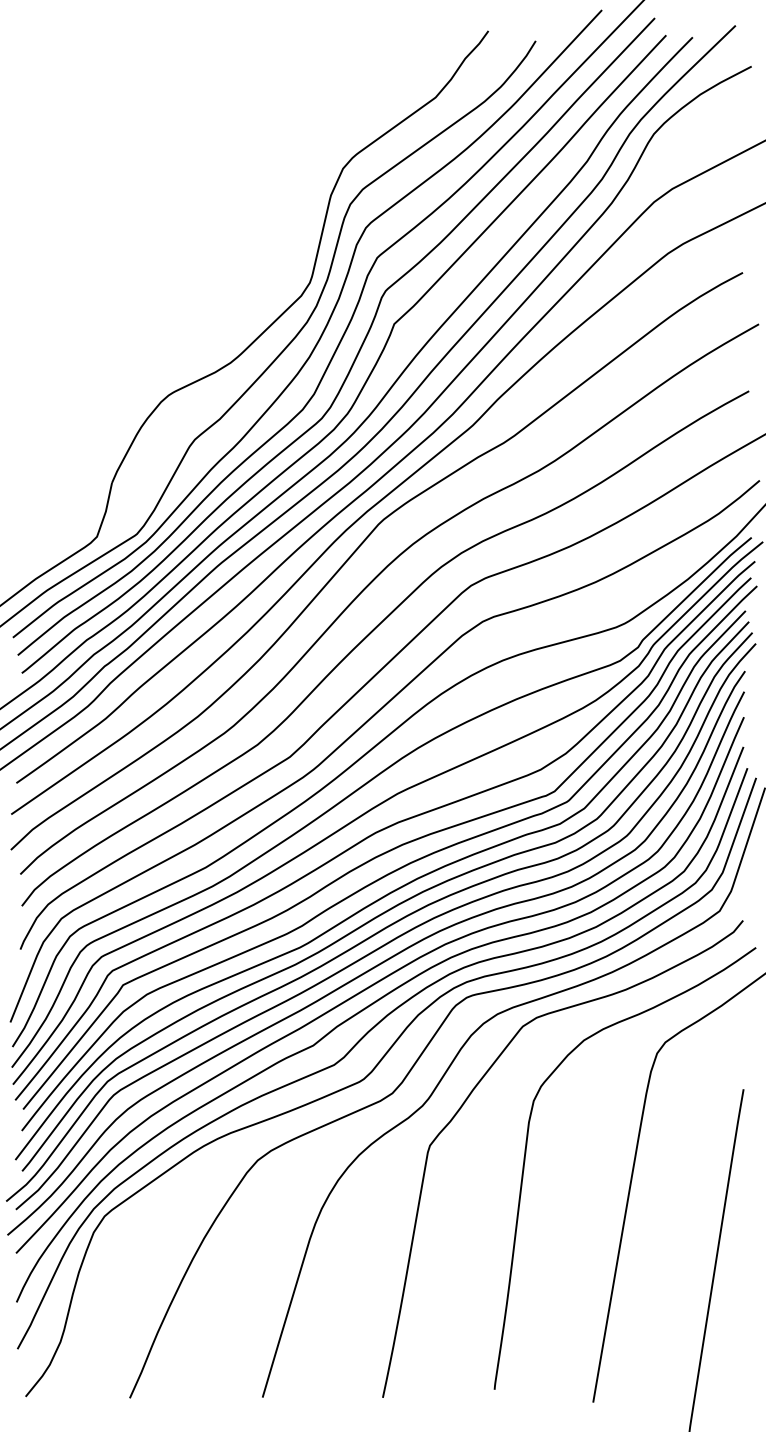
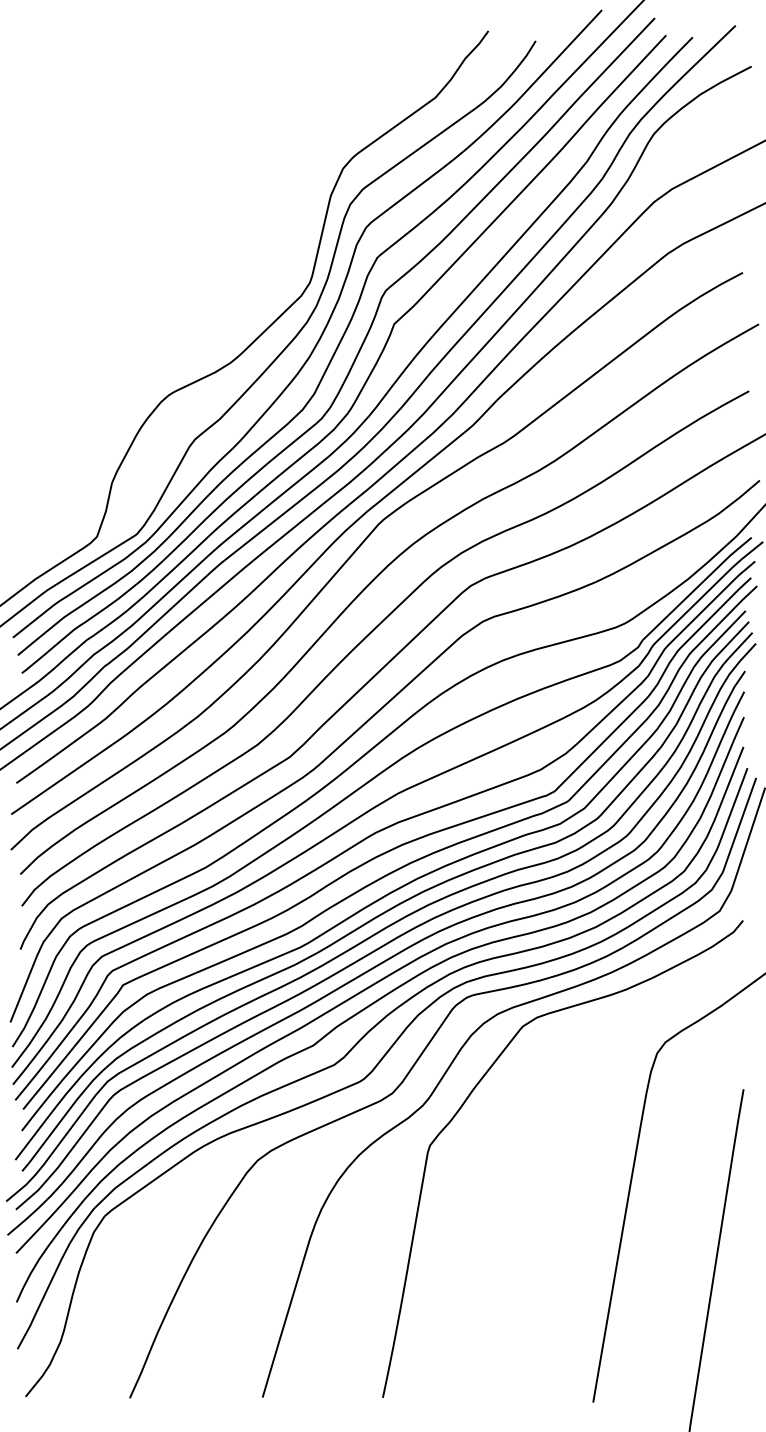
curve at (526, 1153): present -> none
